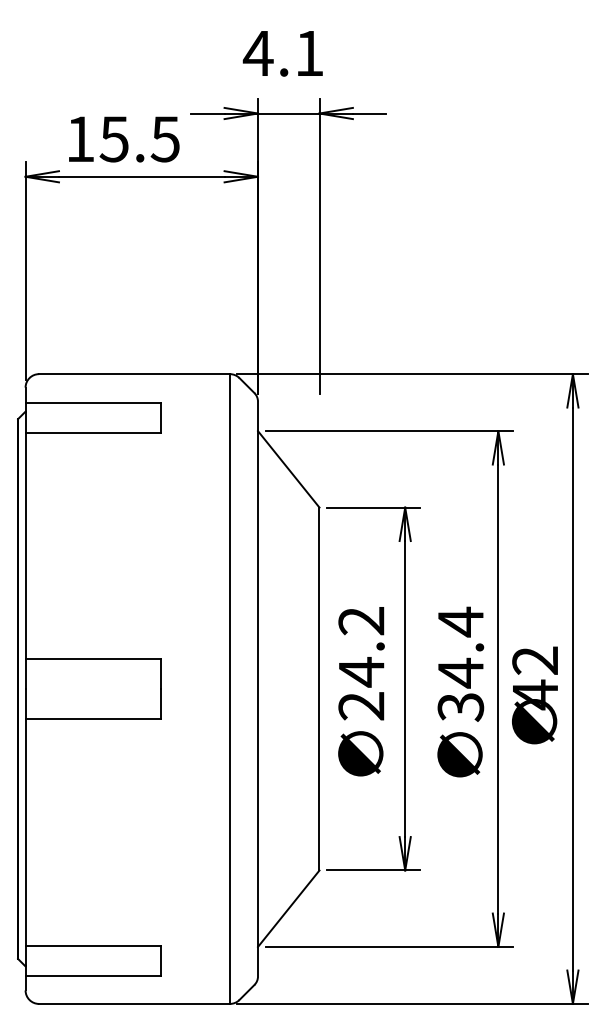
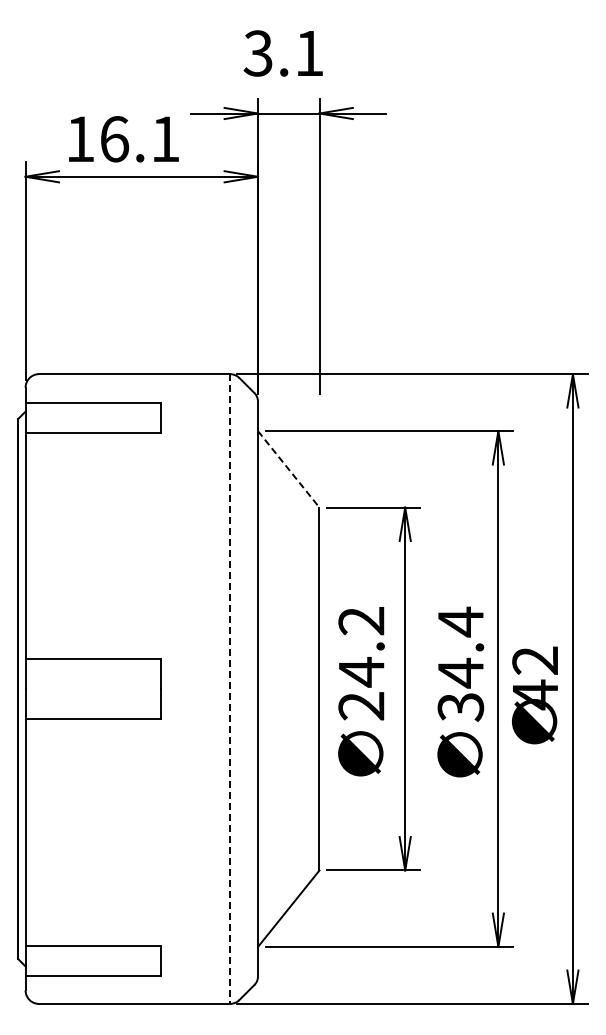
text at (257, 53): 4.1 -> 3.1
text at (139, 139): 15.5 -> 16.1
line at (289, 469): solid -> dashed
line at (229, 689): solid -> dashed
